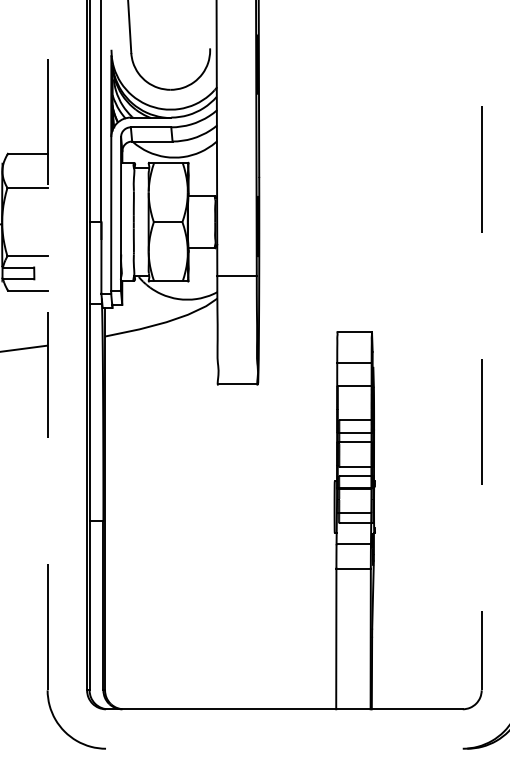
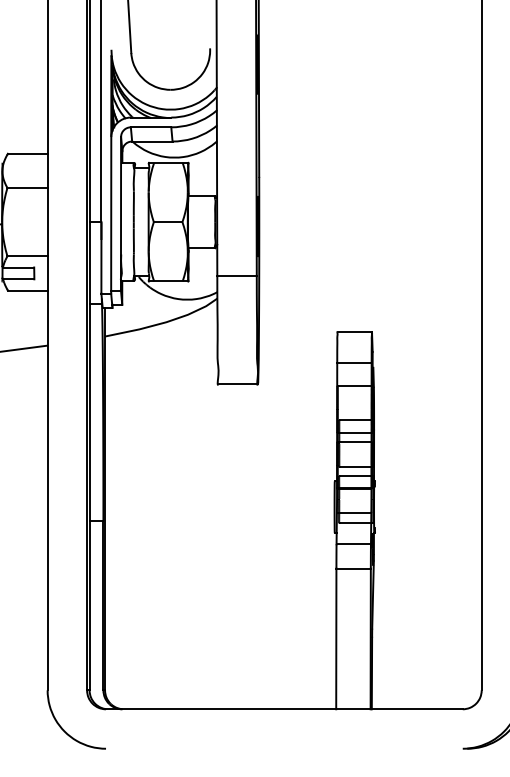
line at (47, 345): dashed -> solid
line at (481, 345): dashed -> solid
